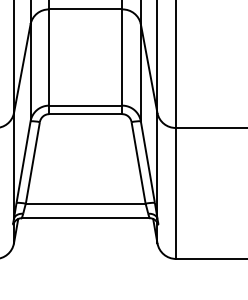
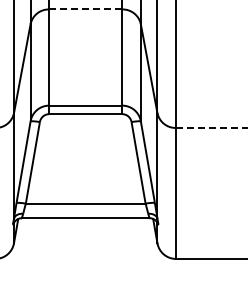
line at (85, 9): solid -> dashed
line at (211, 127): solid -> dashed
